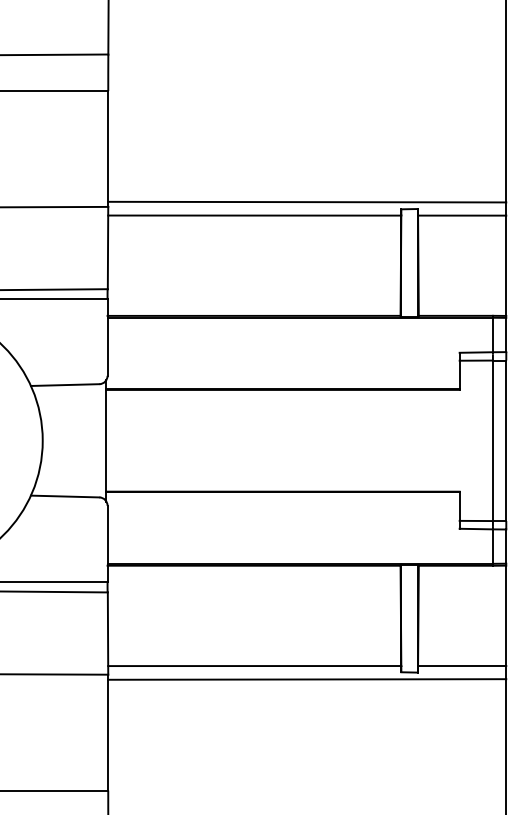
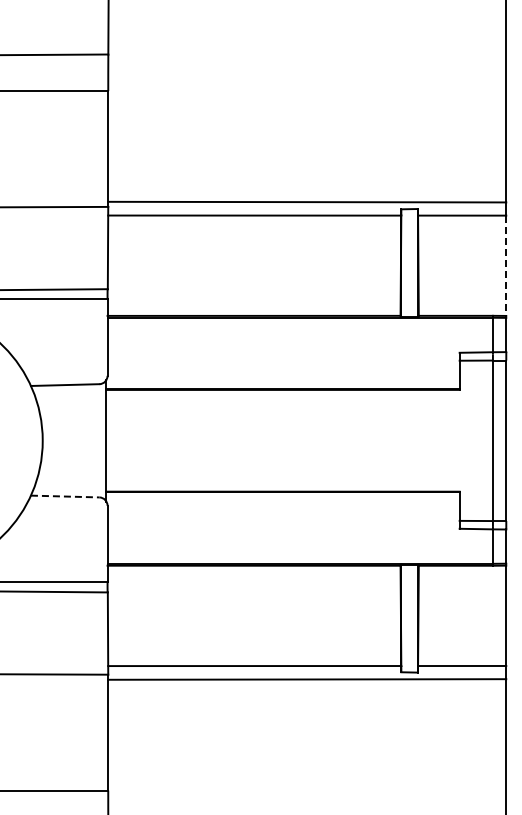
line at (506, 266): solid -> dashed
line at (65, 496): solid -> dashed
